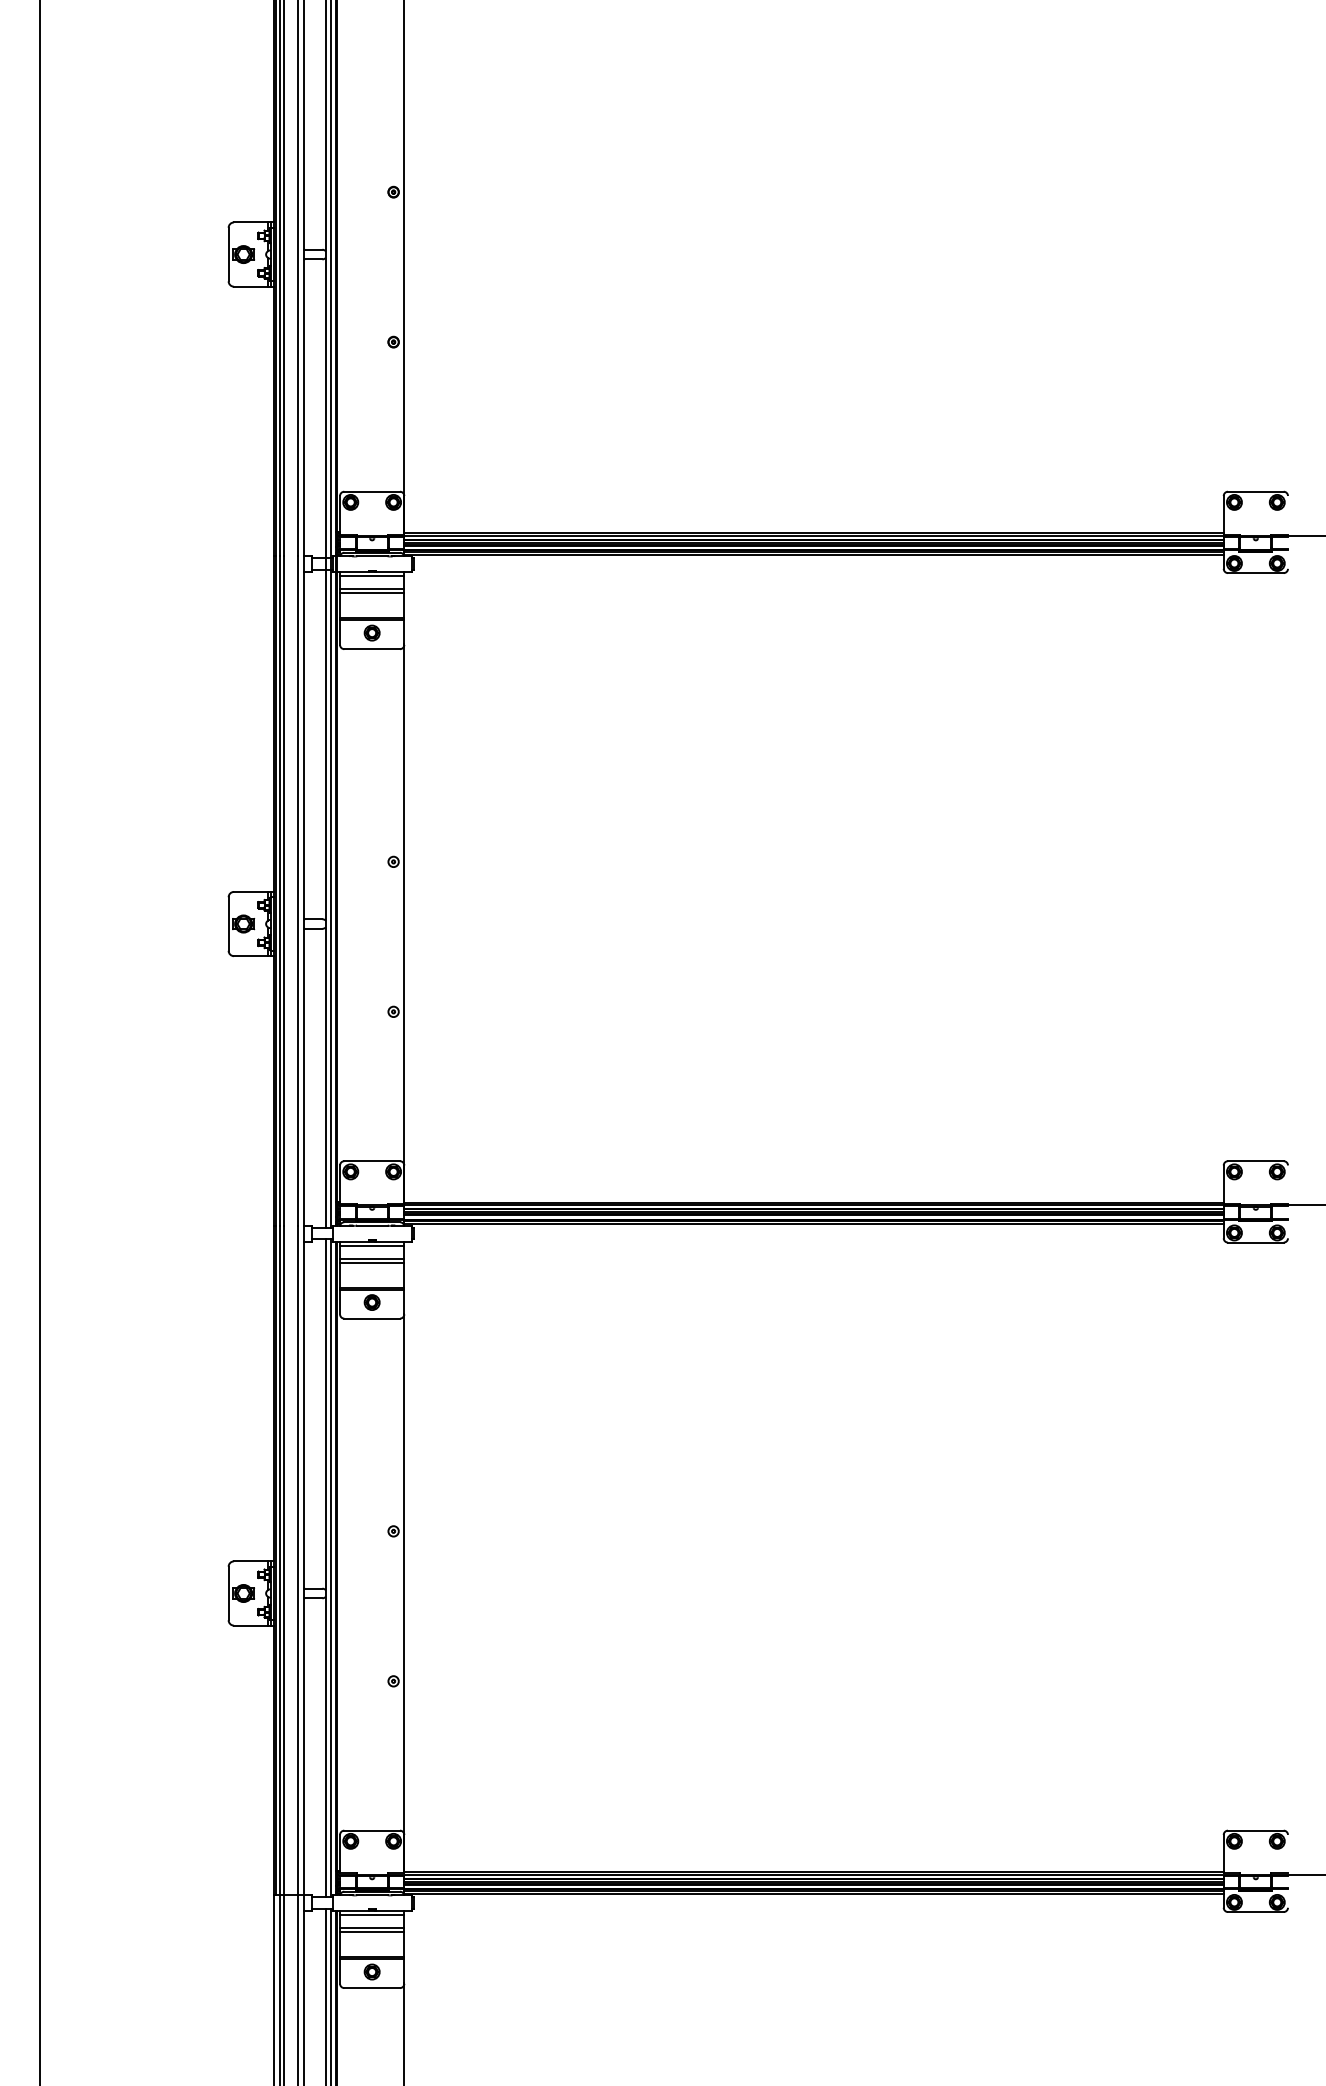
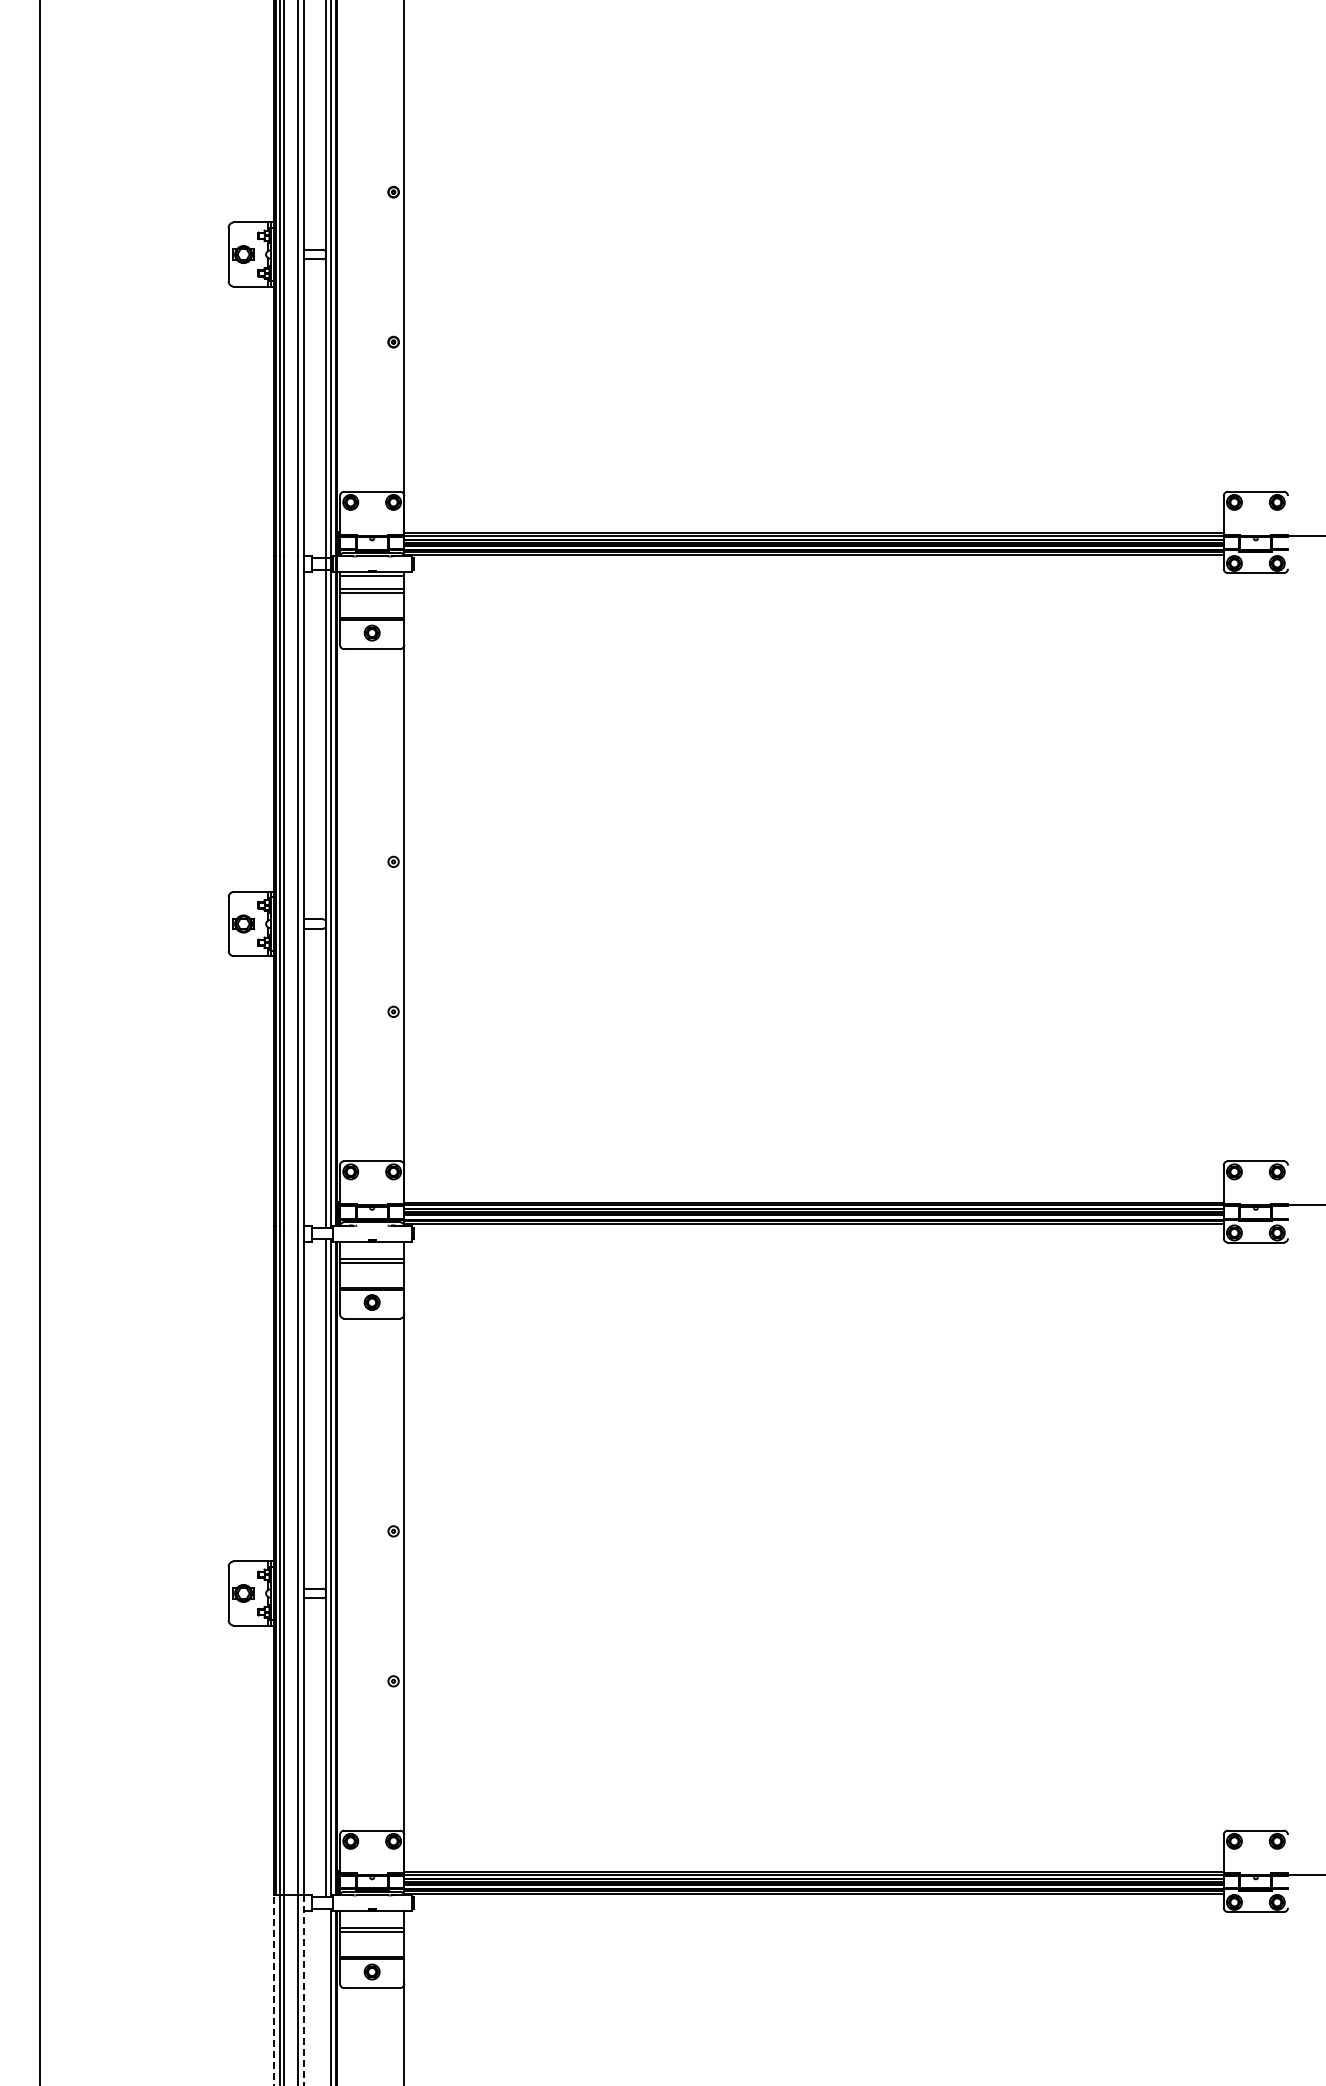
line at (371, 1225): present -> none
line at (372, 1245): present -> none
line at (372, 1915): present -> none
line at (273, 1989): solid -> dashed
line at (303, 1990): solid -> dashed
line at (325, 1995): present -> none
